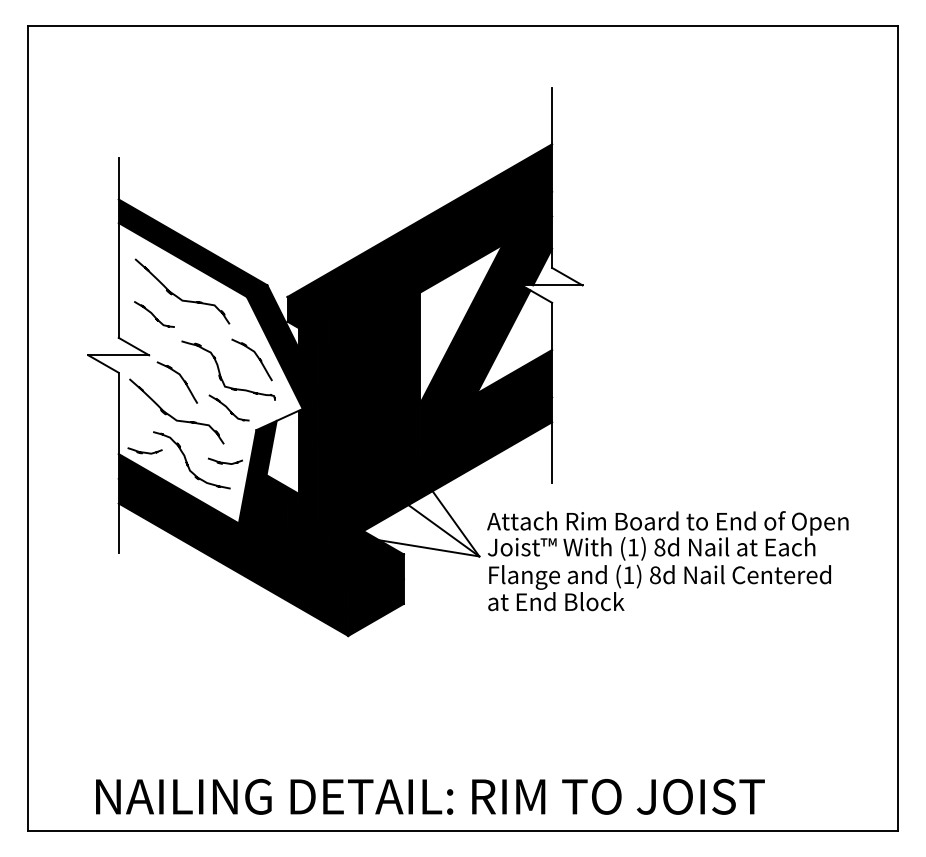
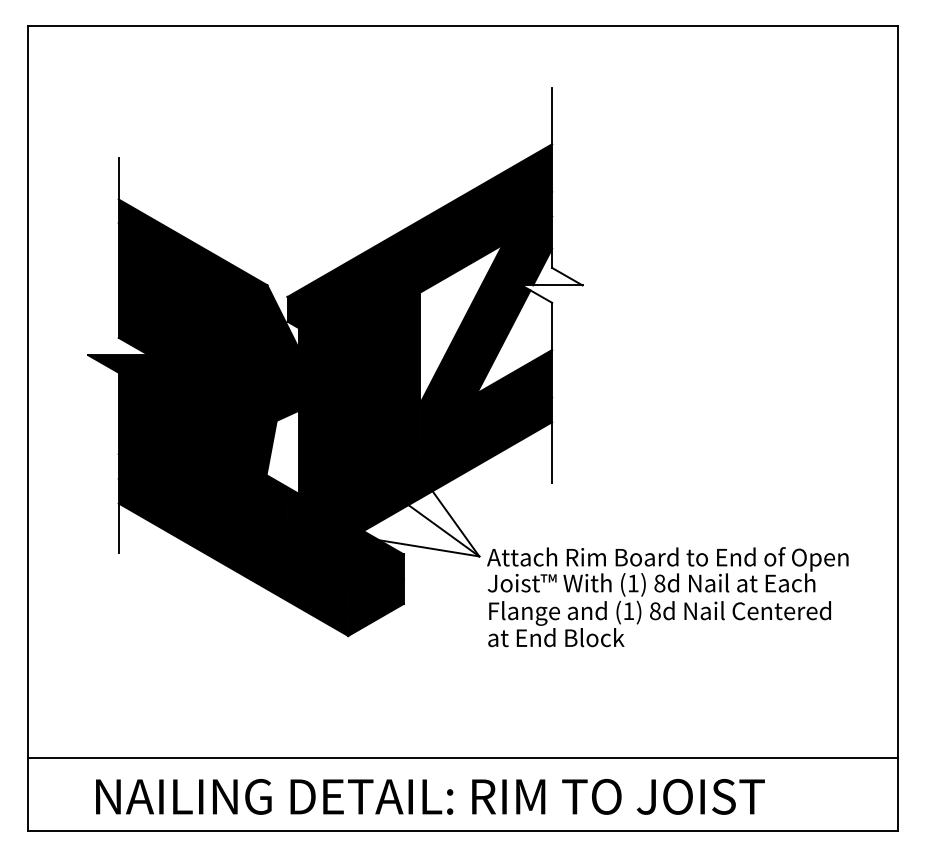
fill at (195, 372): none -> present
text at (667, 561) position: (667, 561) -> (667, 597)
line at (462, 758): none -> present
